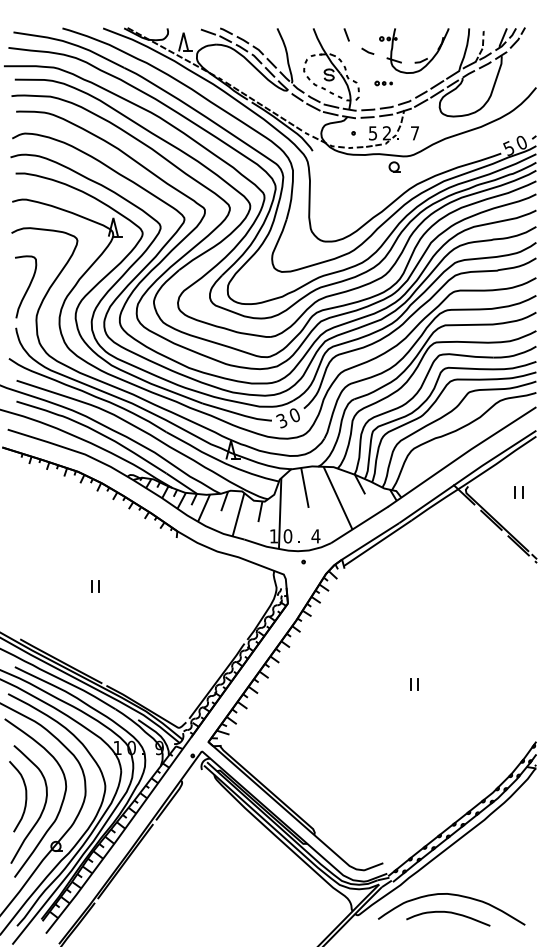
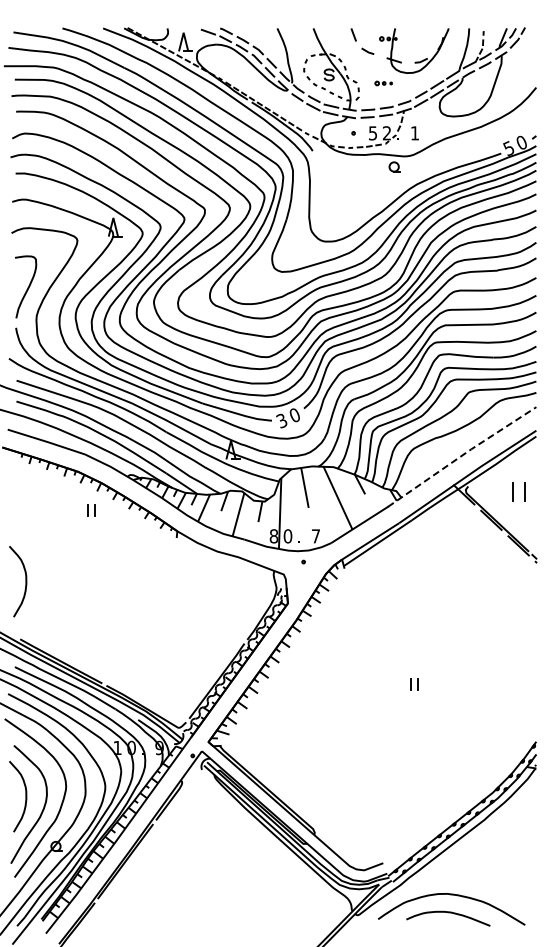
line at (346, 34) position: (346, 34) -> (353, 34)
text at (414, 133): 7 -> 1
line at (462, 455): solid -> dashed
part at (518, 492) size: 10x13 px -> 14x20 px
text at (273, 536): 1 -> 8
text at (315, 536): 4 -> 7
curve at (25, 581): none -> present
part at (95, 586) position: (95, 586) -> (91, 510)
